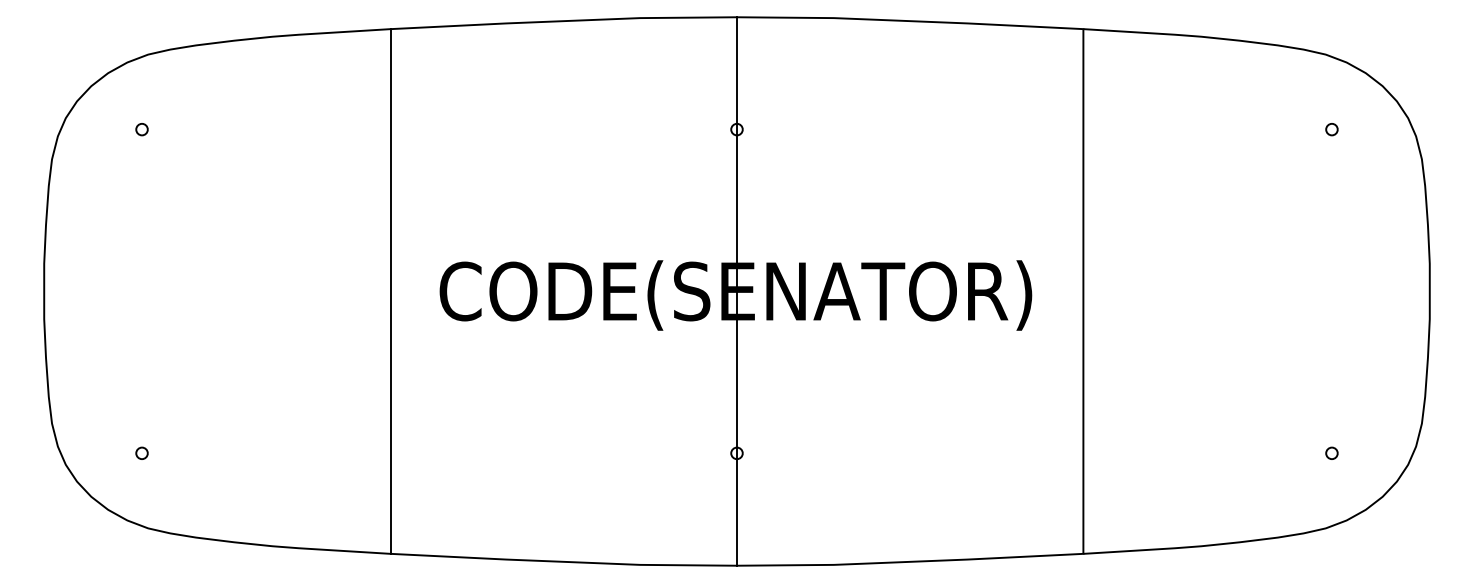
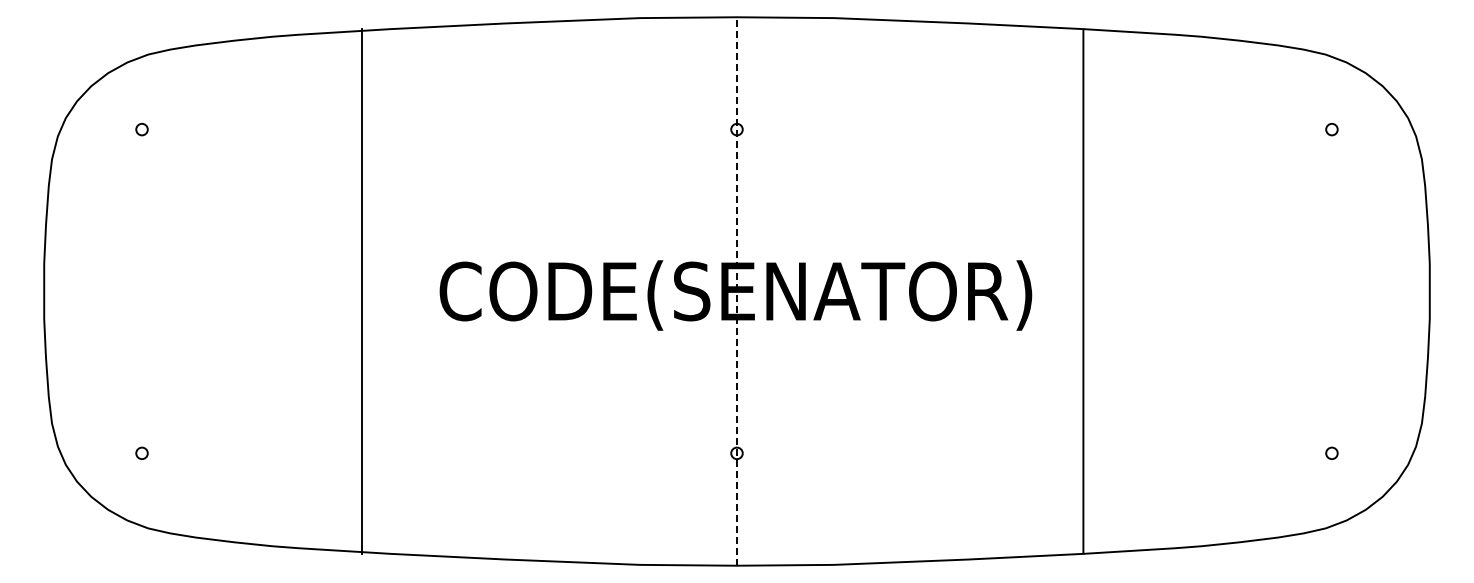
line at (390, 291) position: (390, 291) -> (361, 291)
line at (737, 291): solid -> dashed
